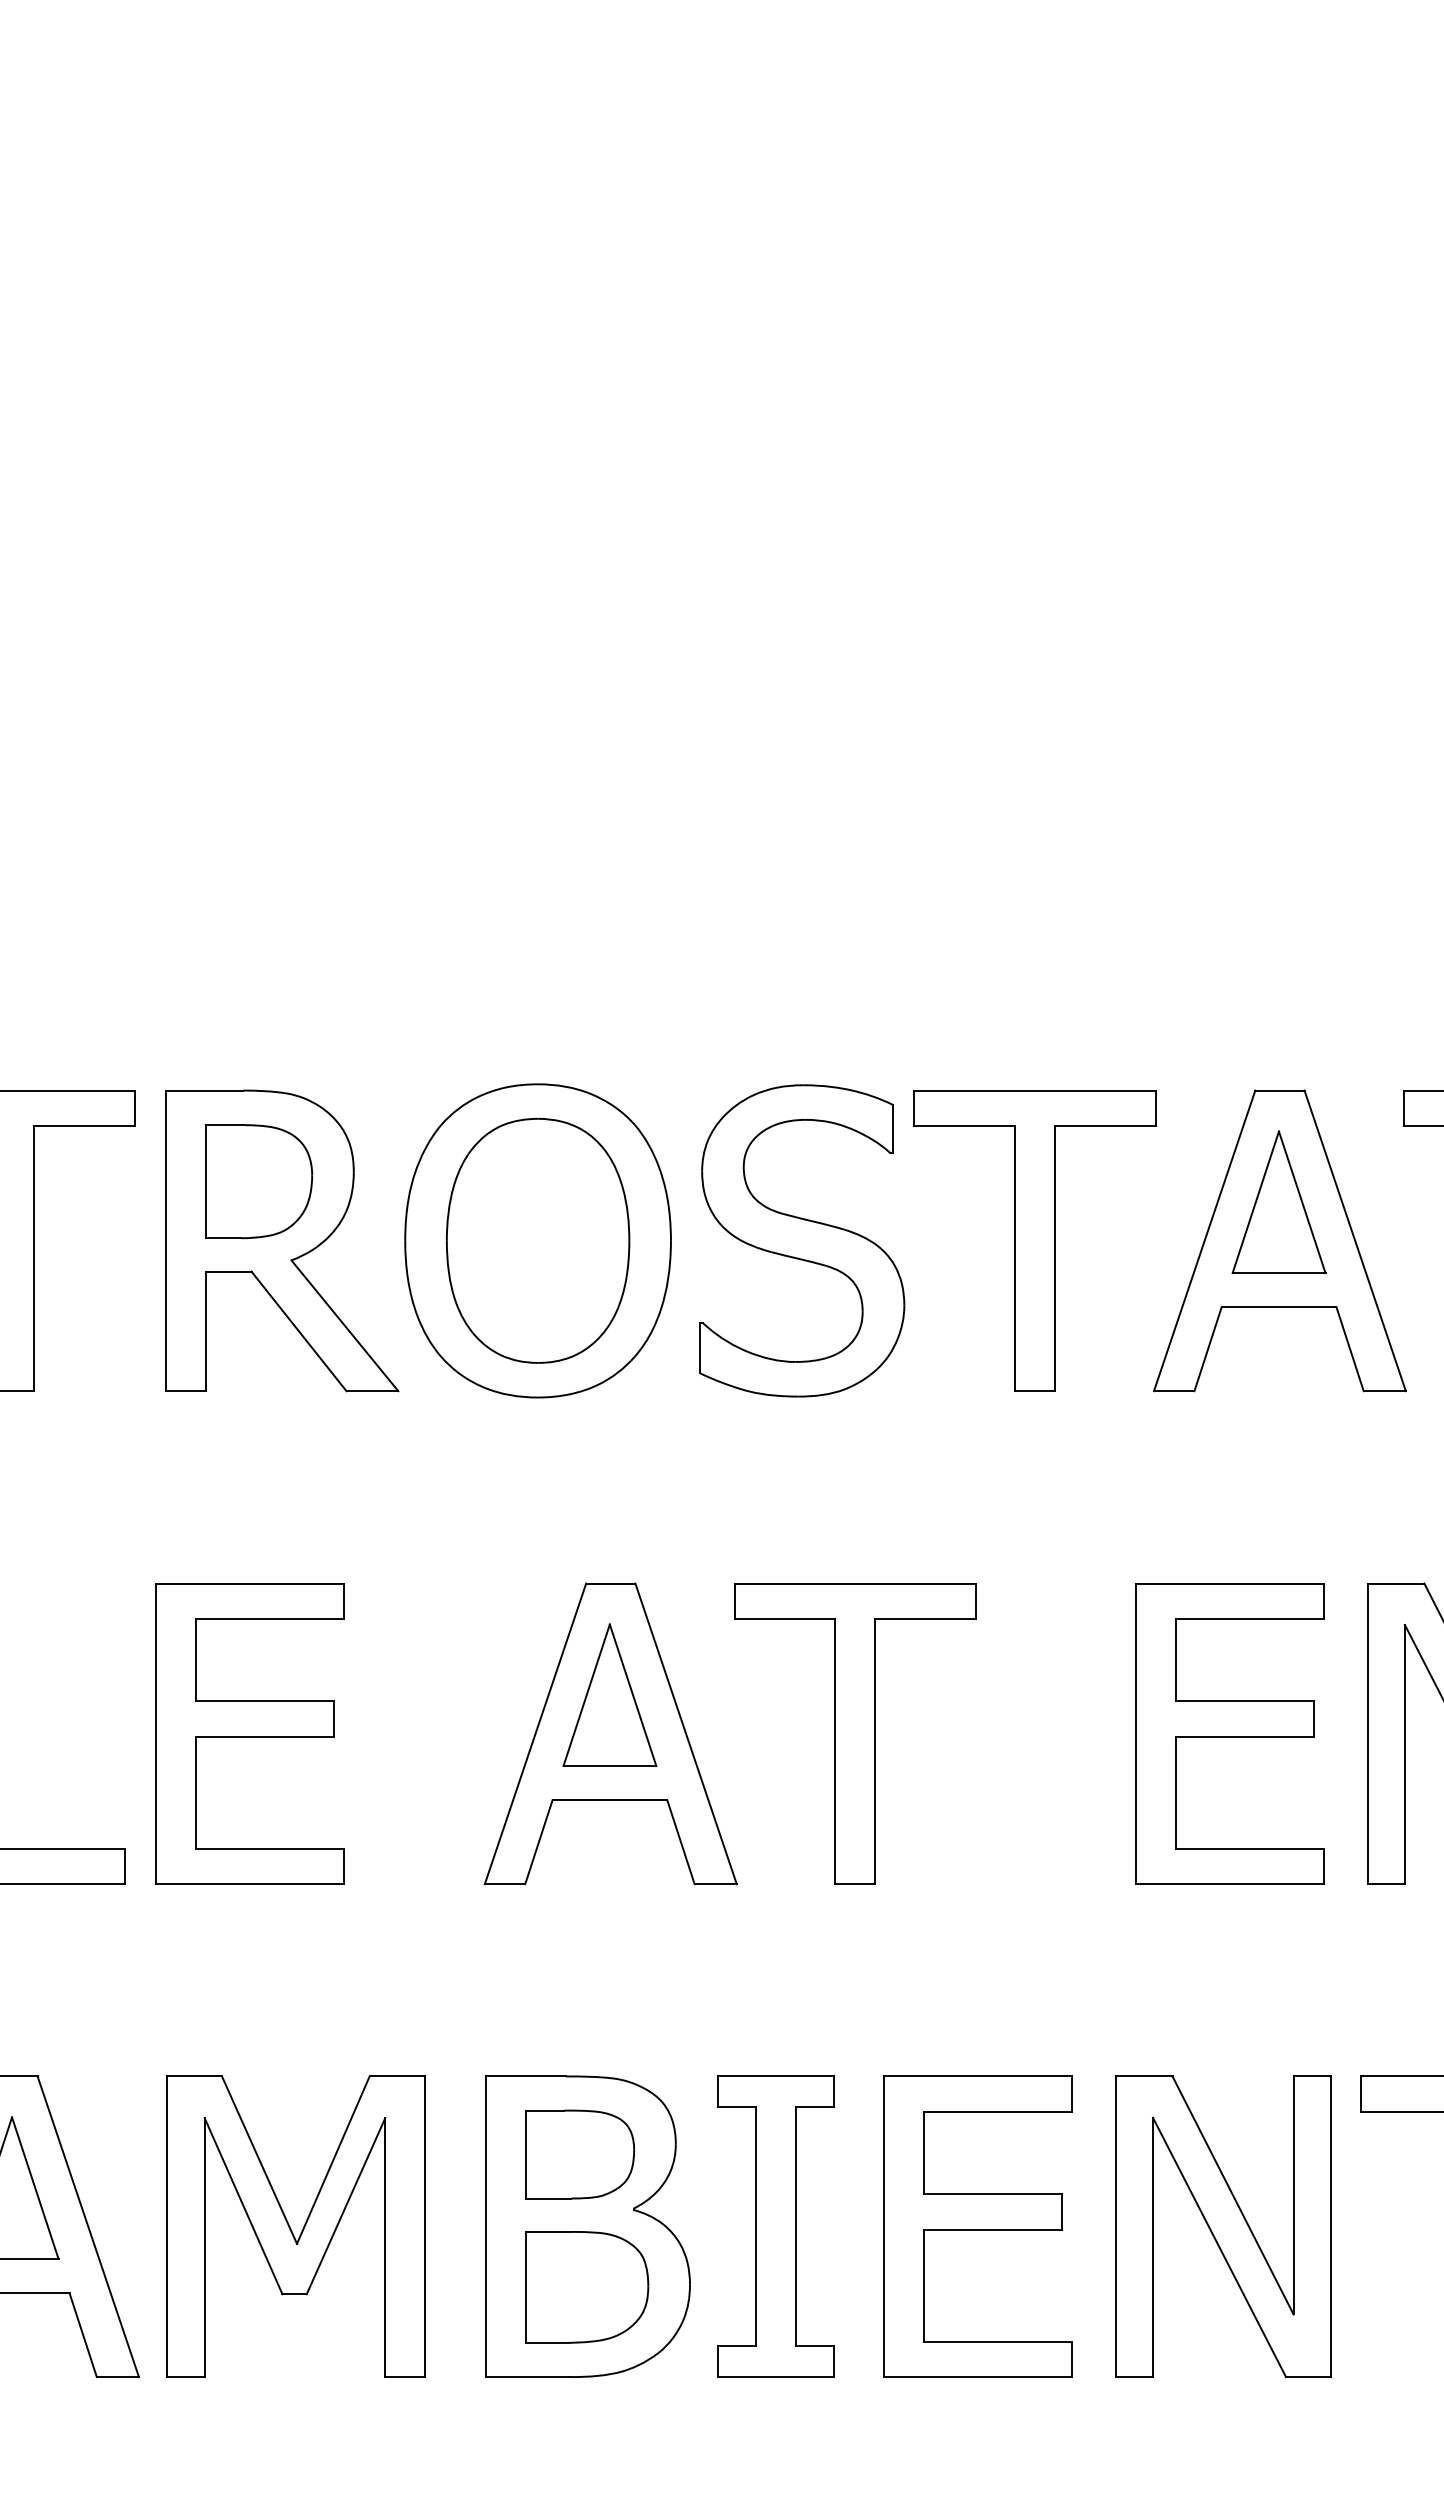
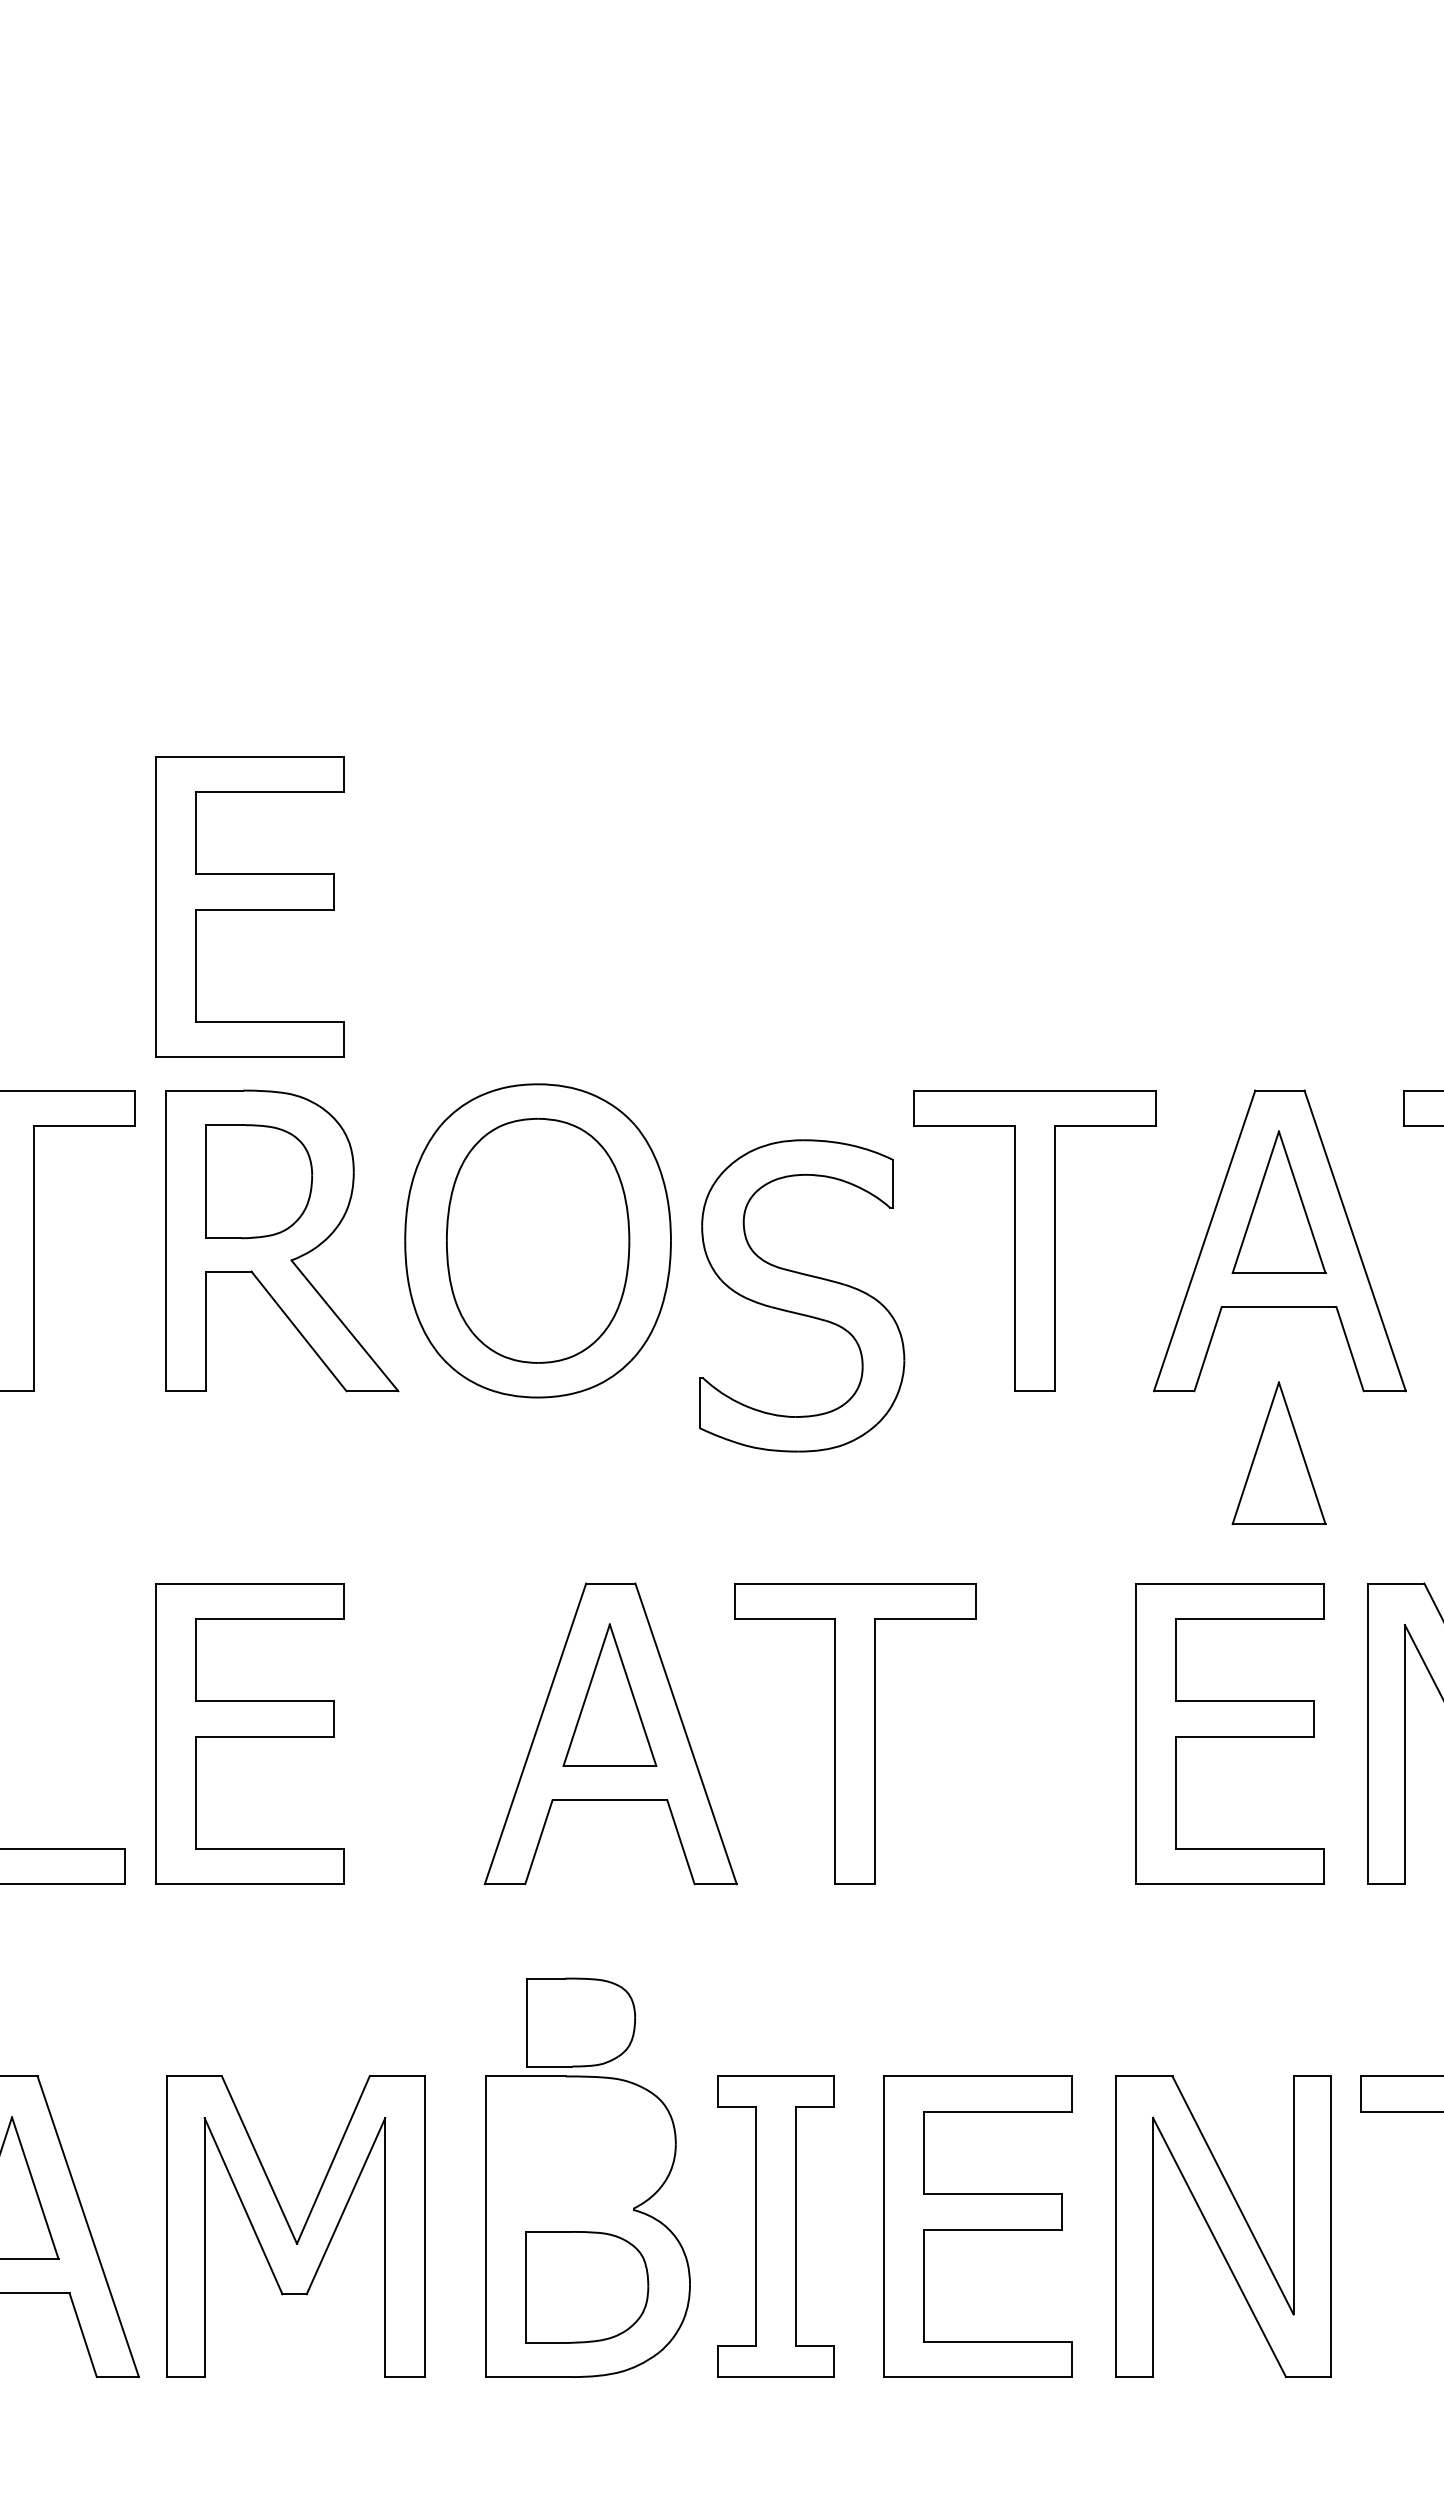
part at (249, 906): none -> present
part at (802, 1240) position: (802, 1240) -> (802, 1295)
part at (1278, 1452): none -> present
part at (579, 2154) position: (579, 2154) -> (580, 2022)
